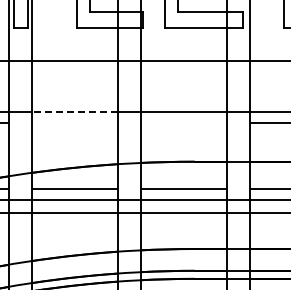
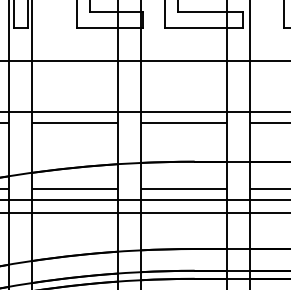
line at (74, 112): dashed -> solid
line at (74, 123): none -> present
line at (184, 123): none -> present
